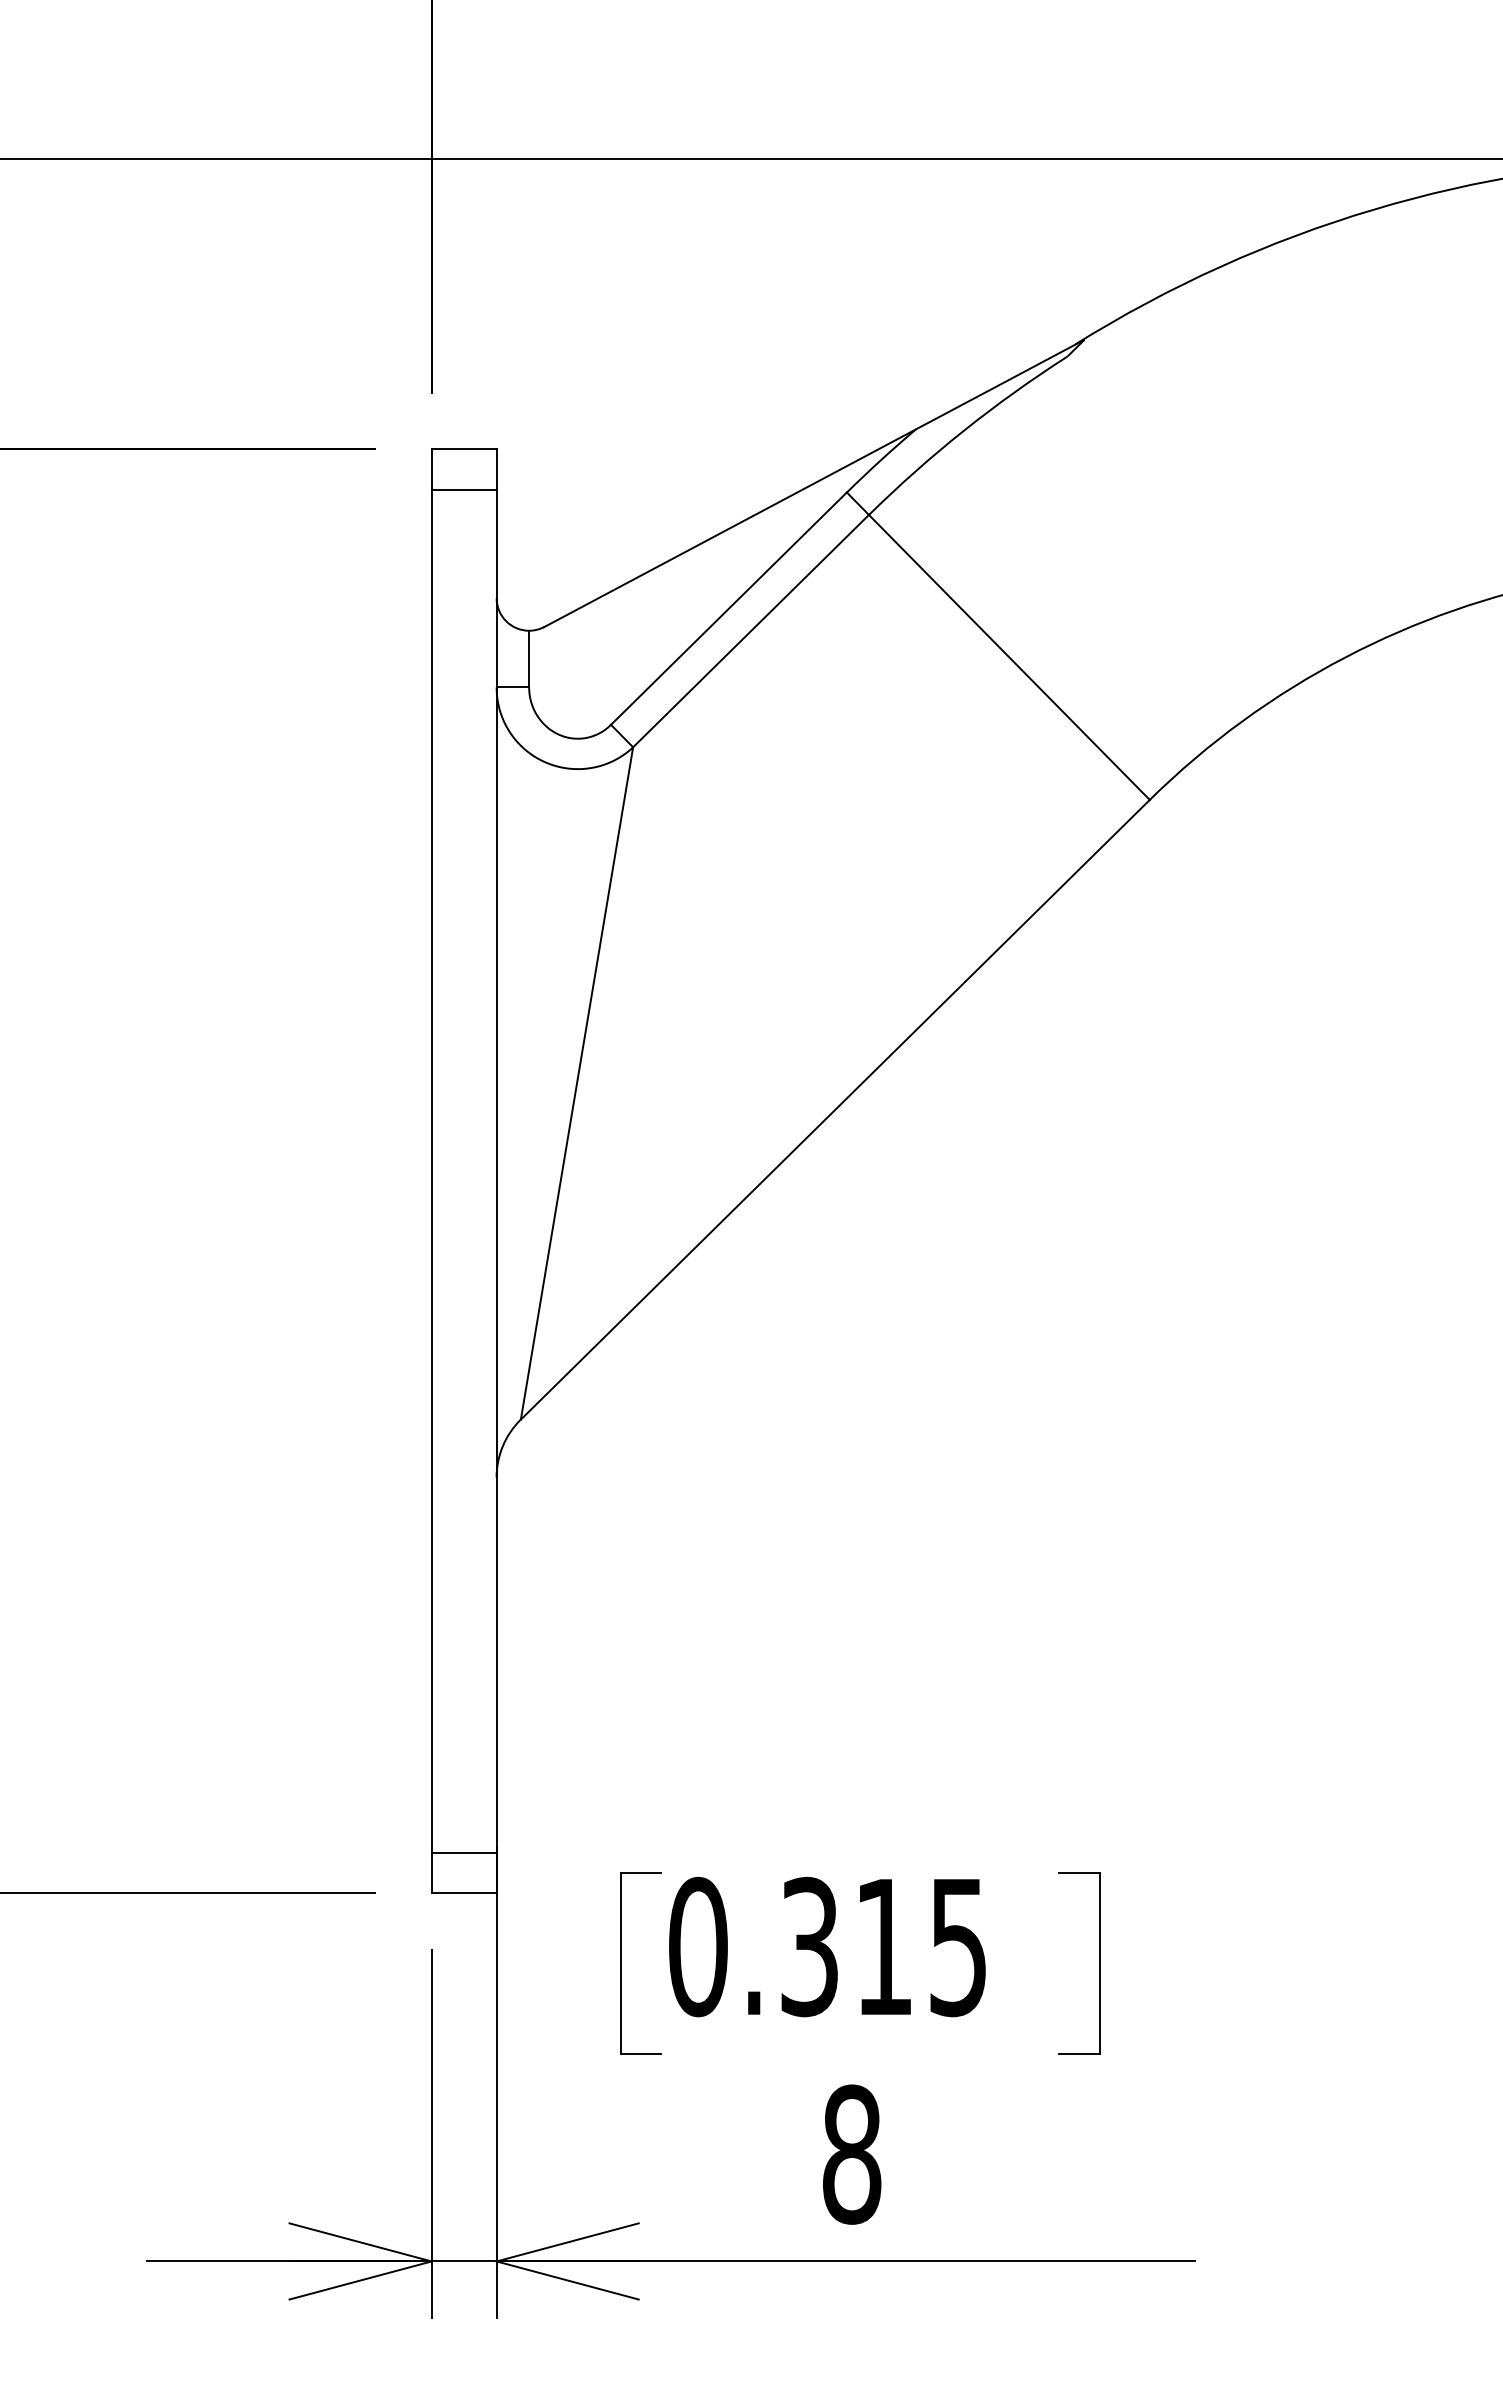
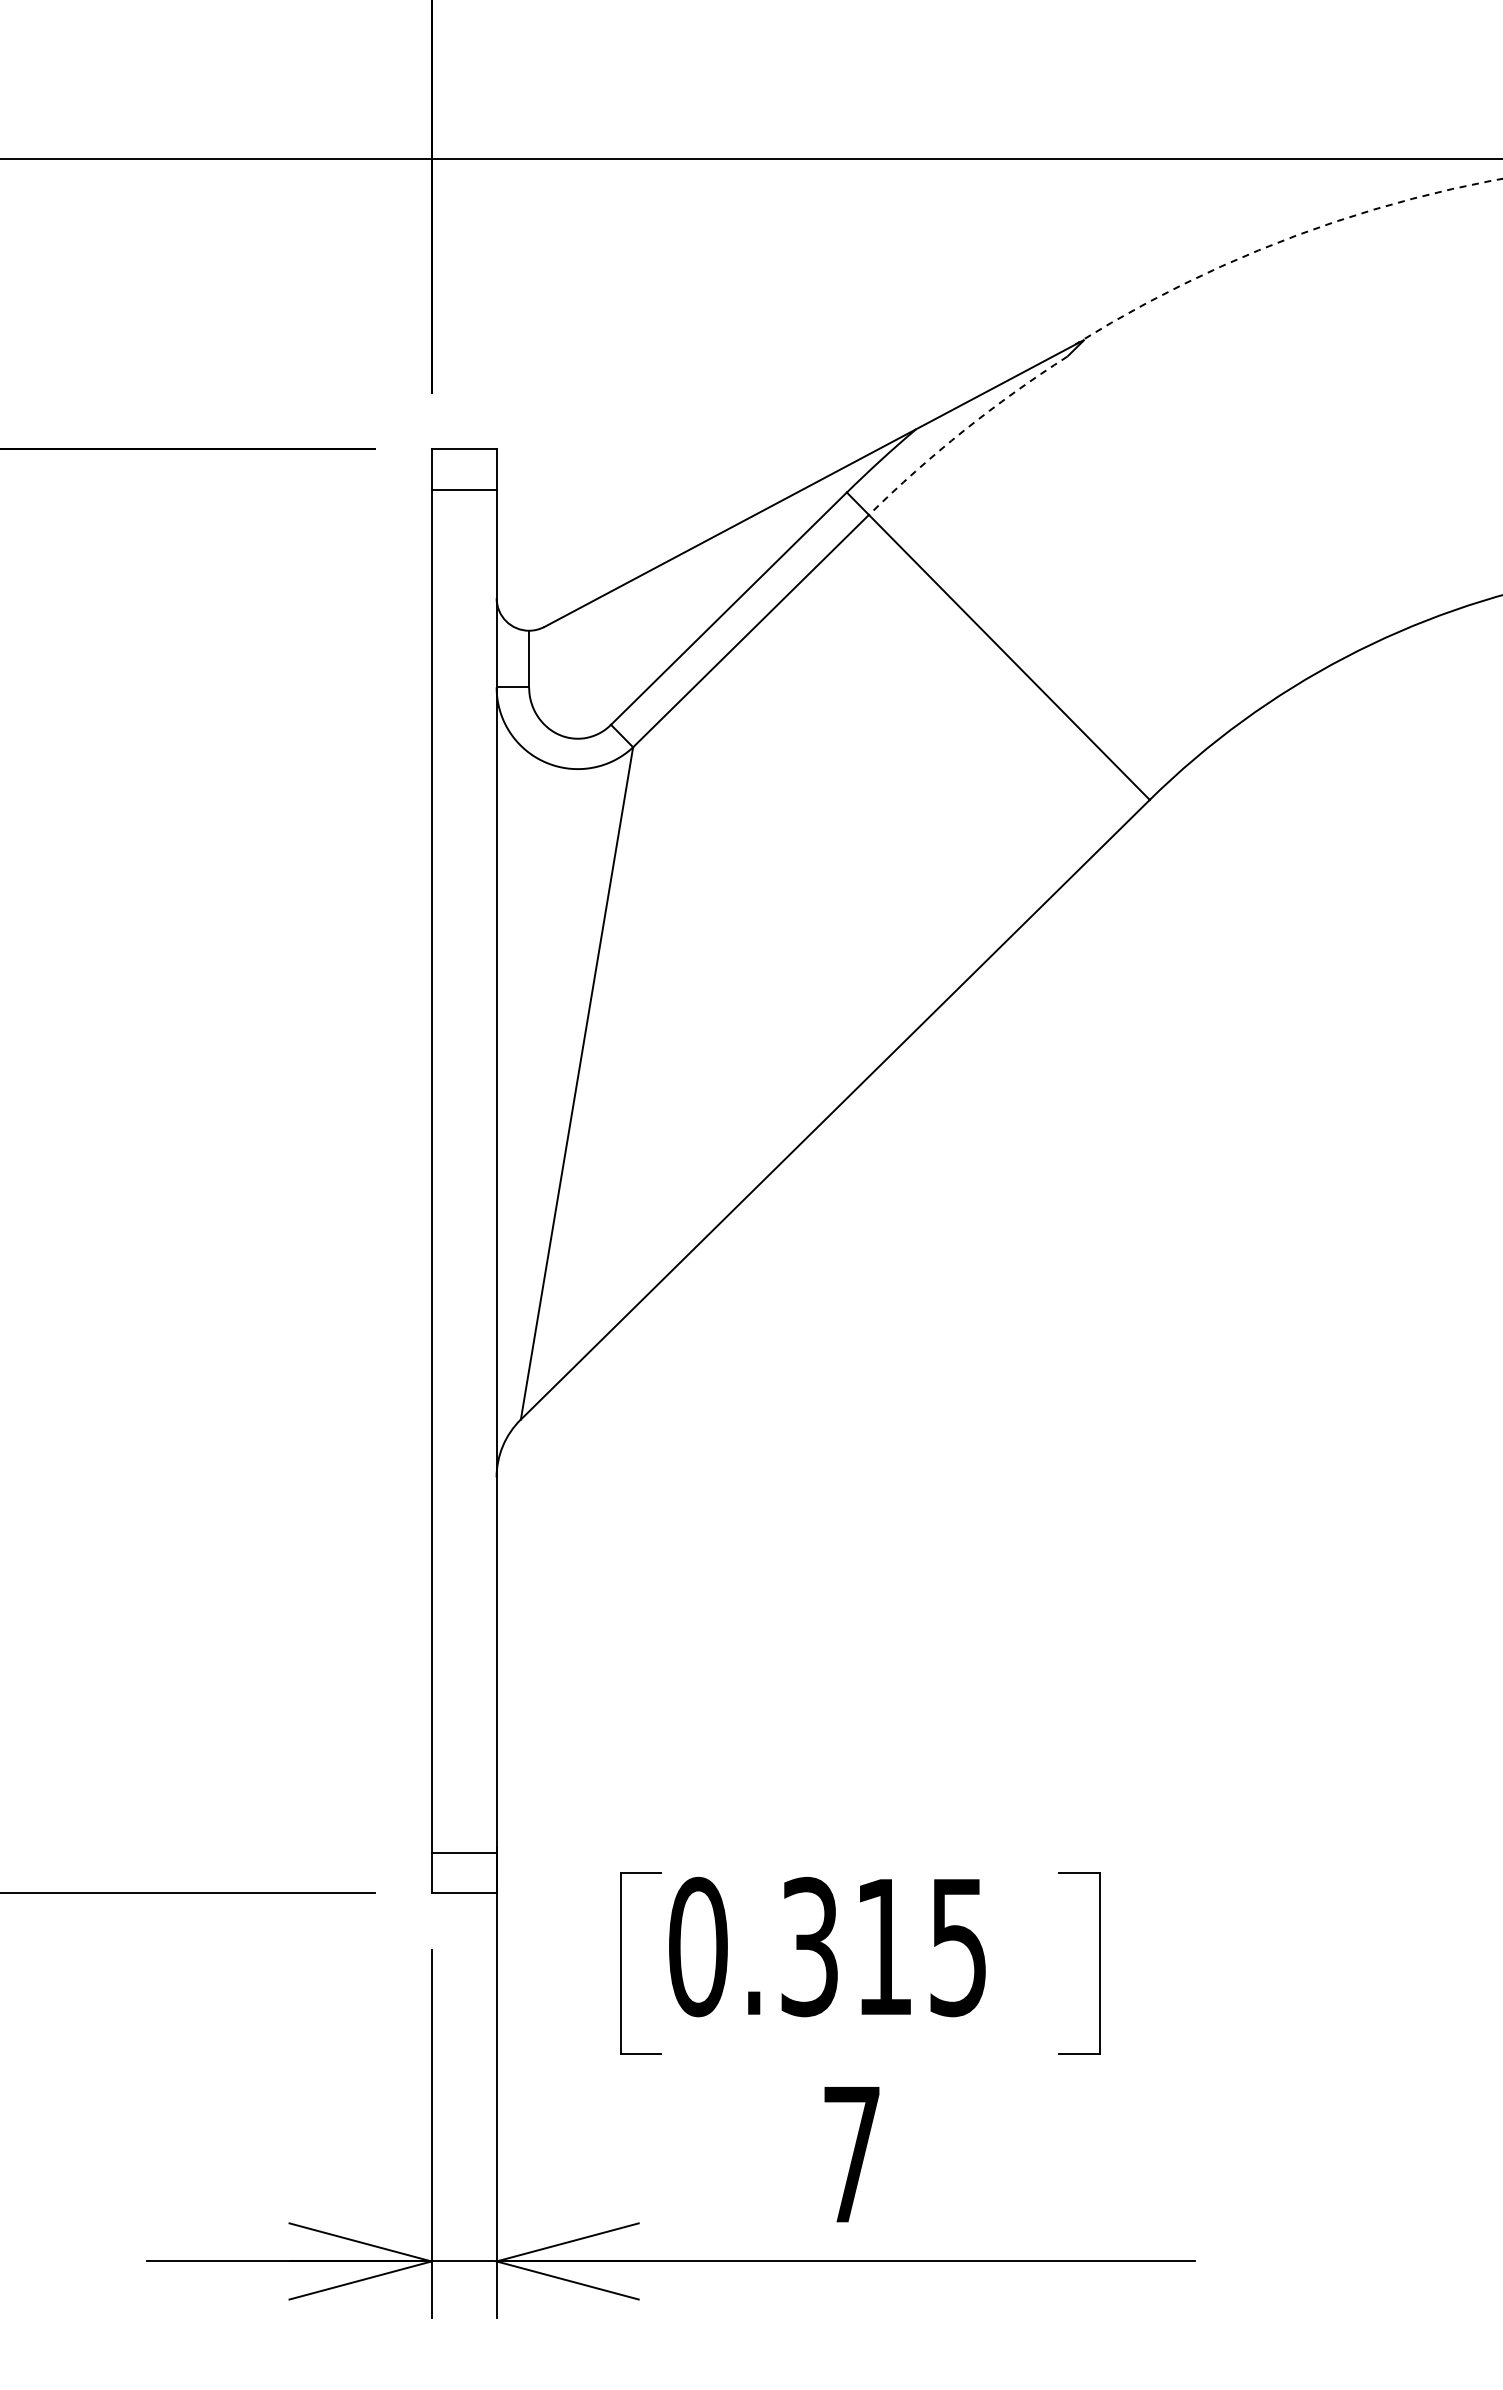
arc at (1280, 241): solid -> dashed
arc at (964, 430): solid -> dashed
text at (852, 2154): 8 -> 7
